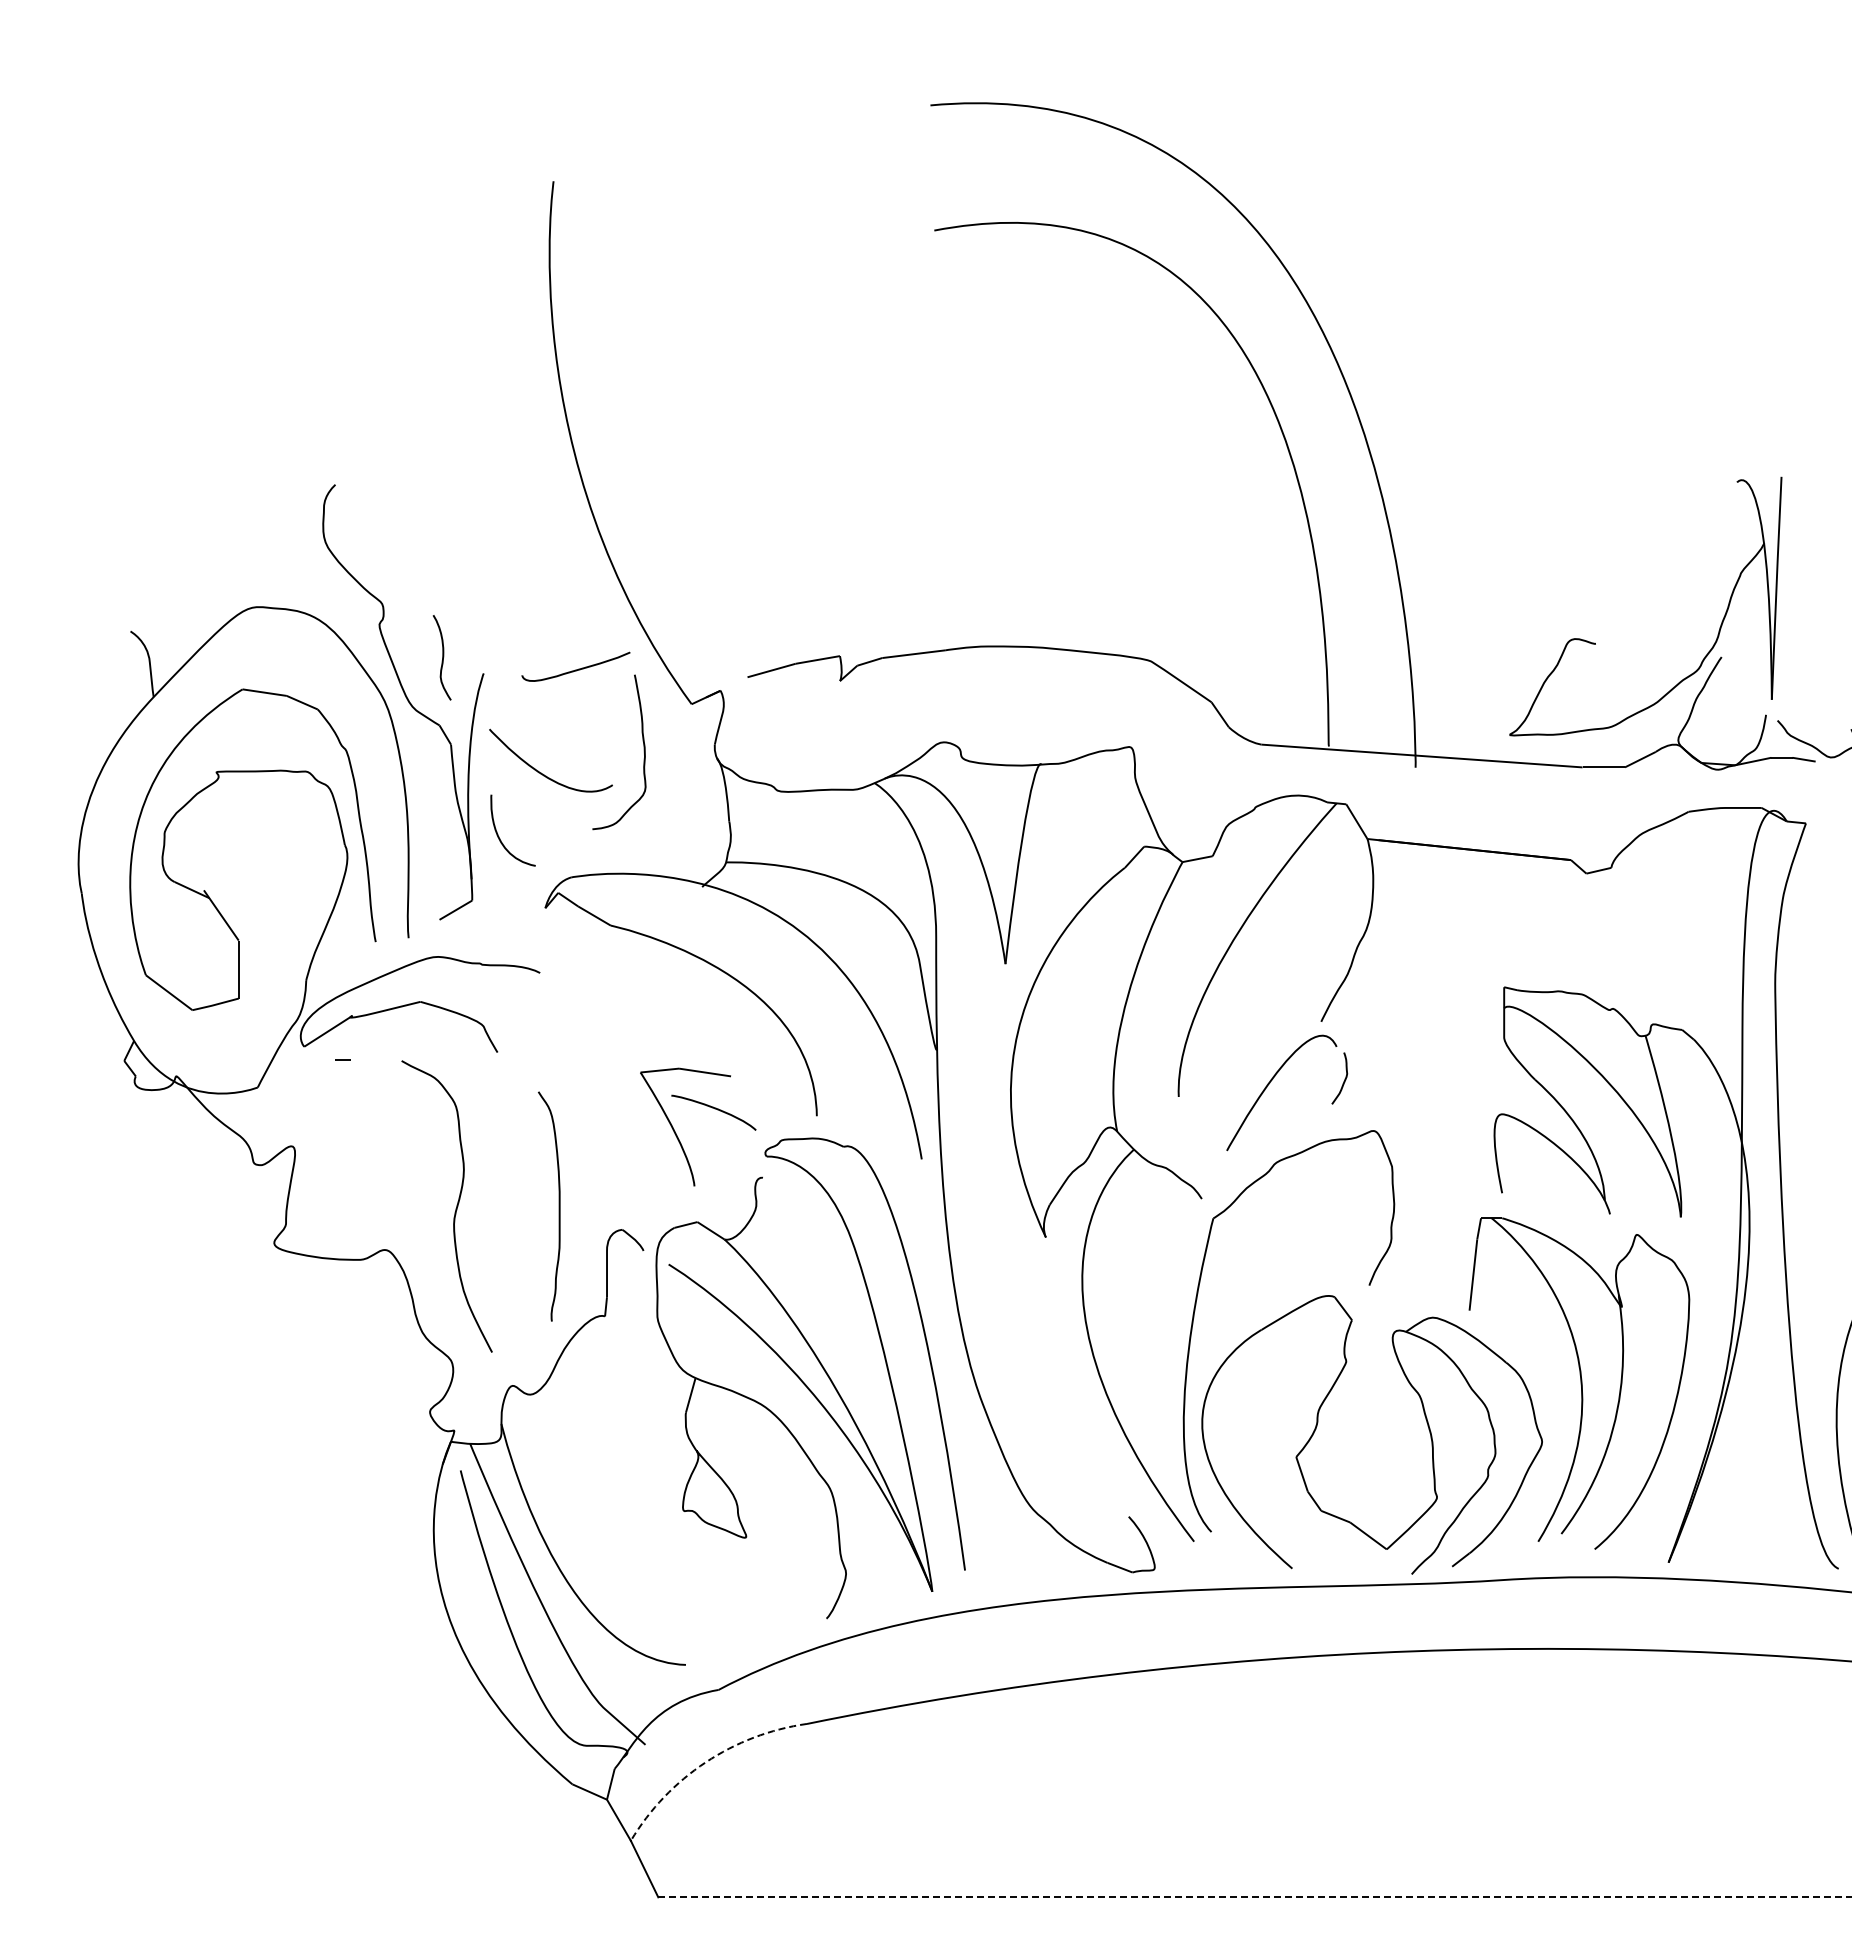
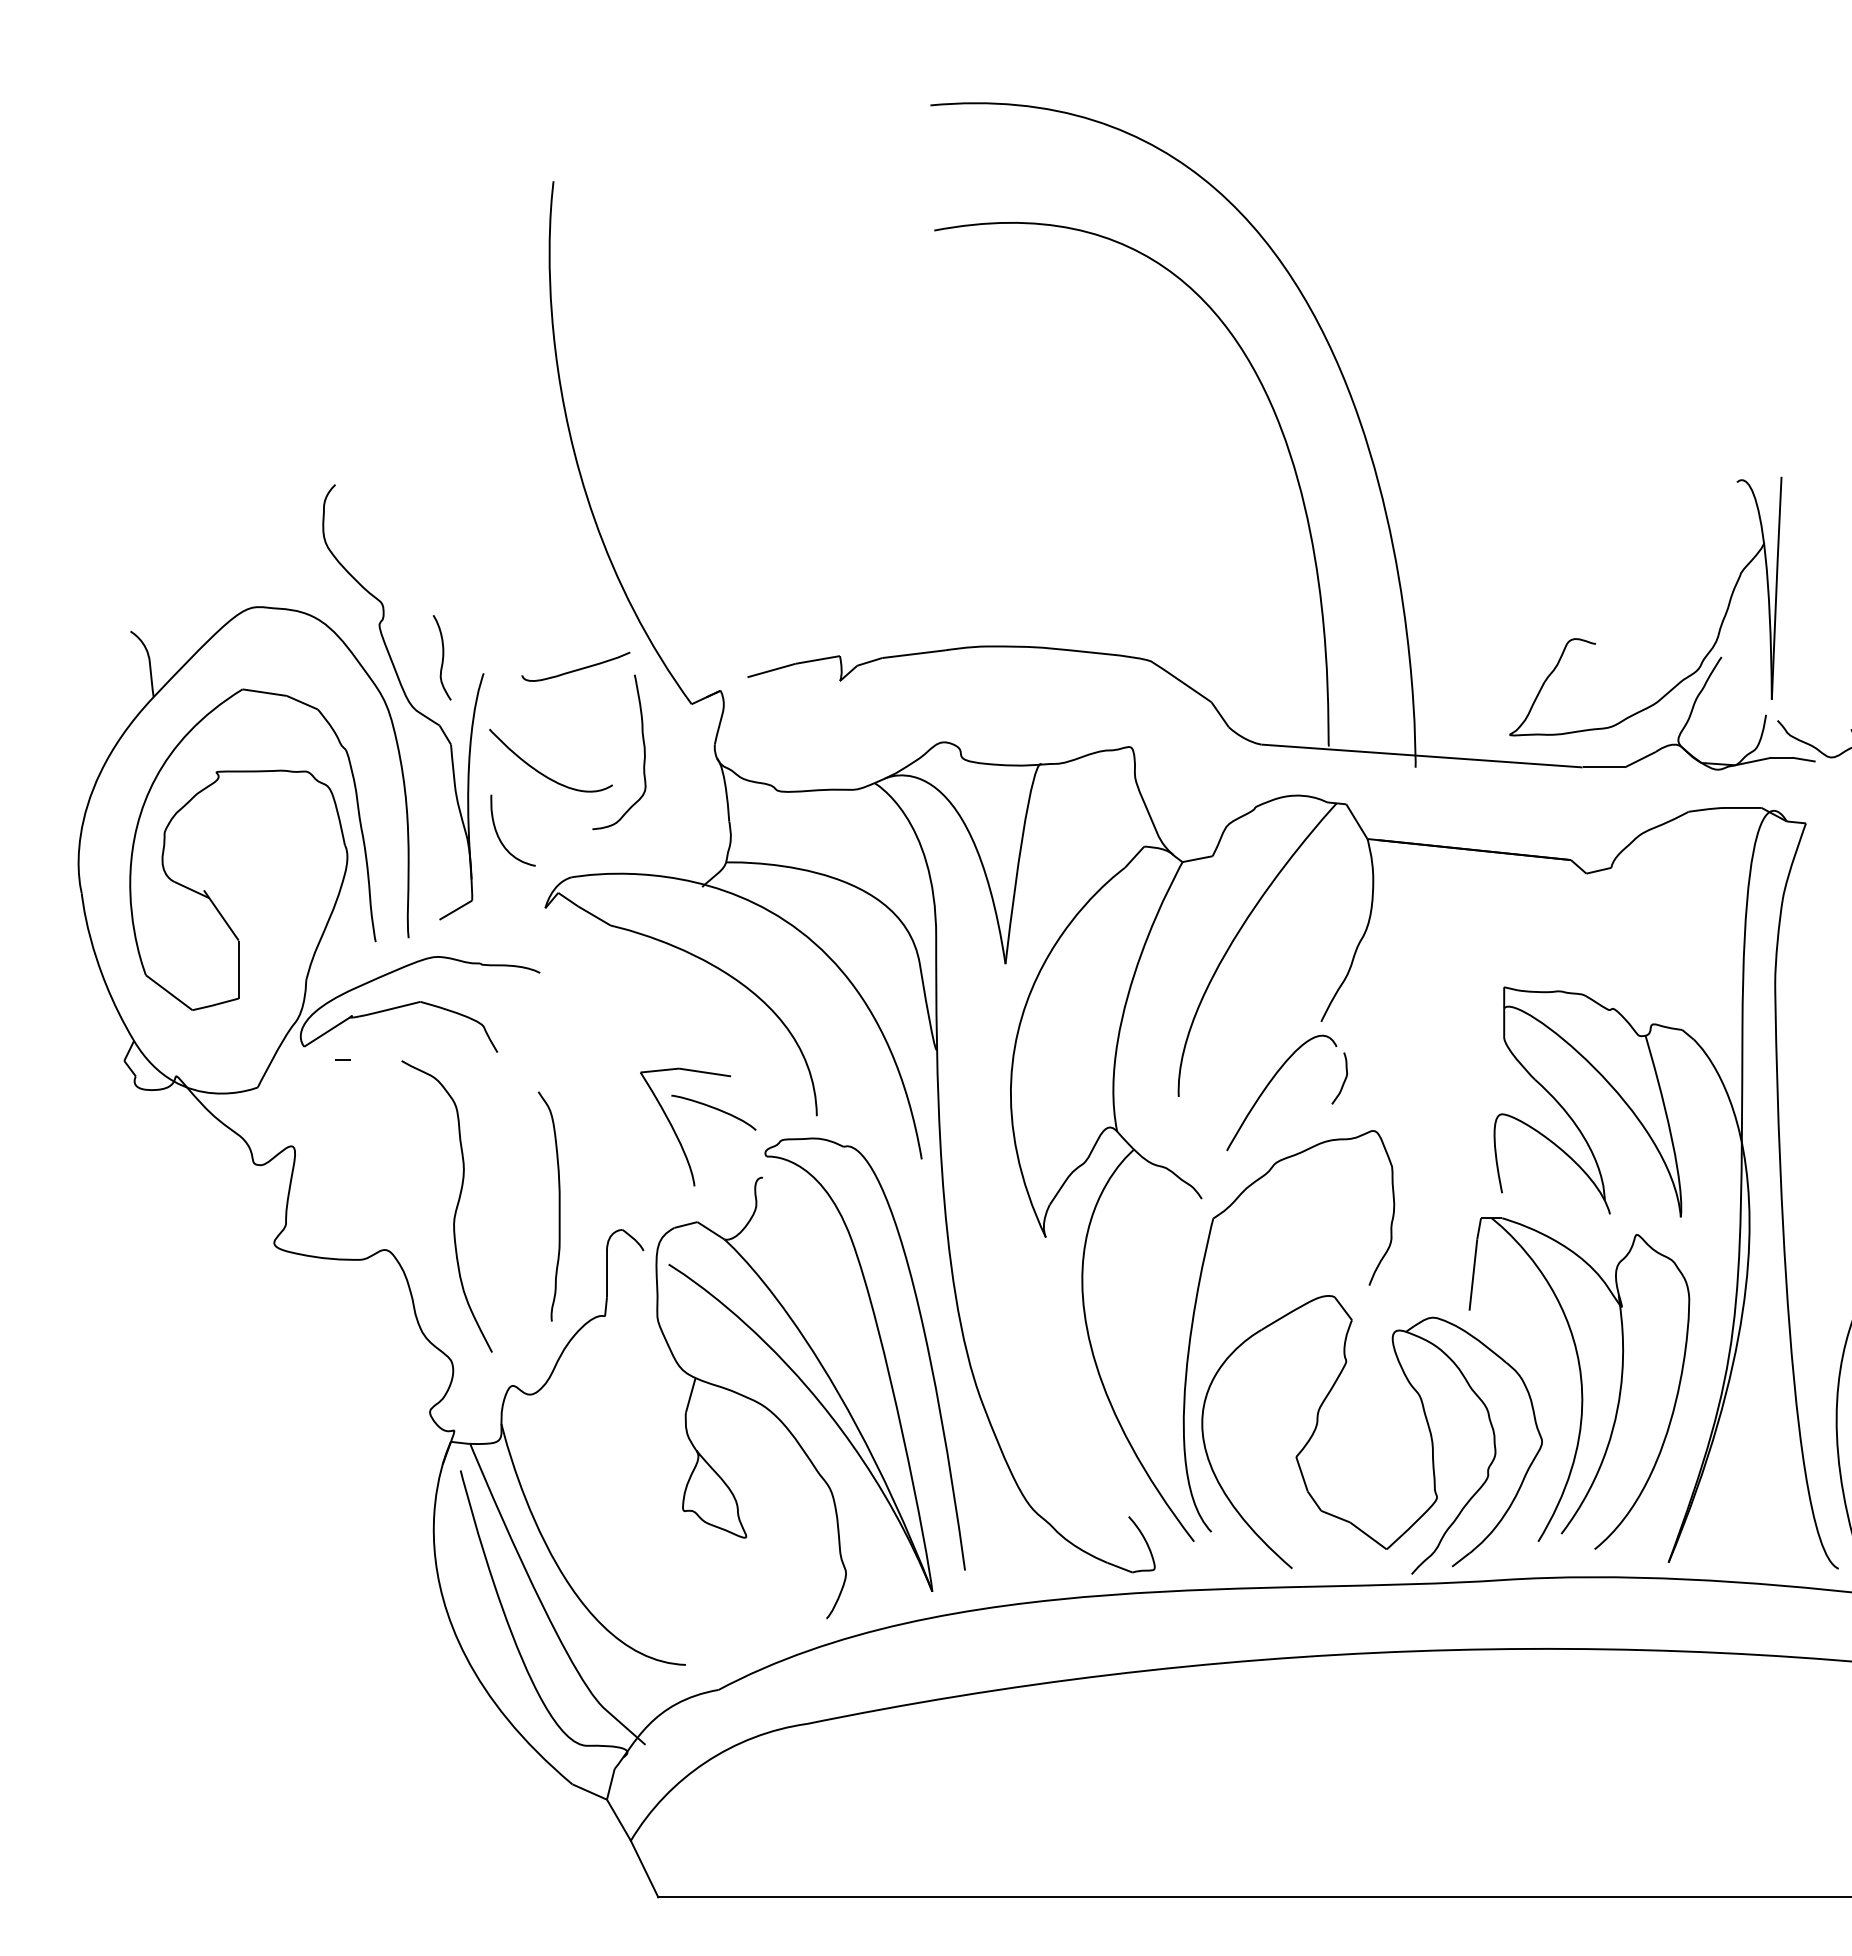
arc at (705, 1762): dashed -> solid
line at (1254, 1897): dashed -> solid
